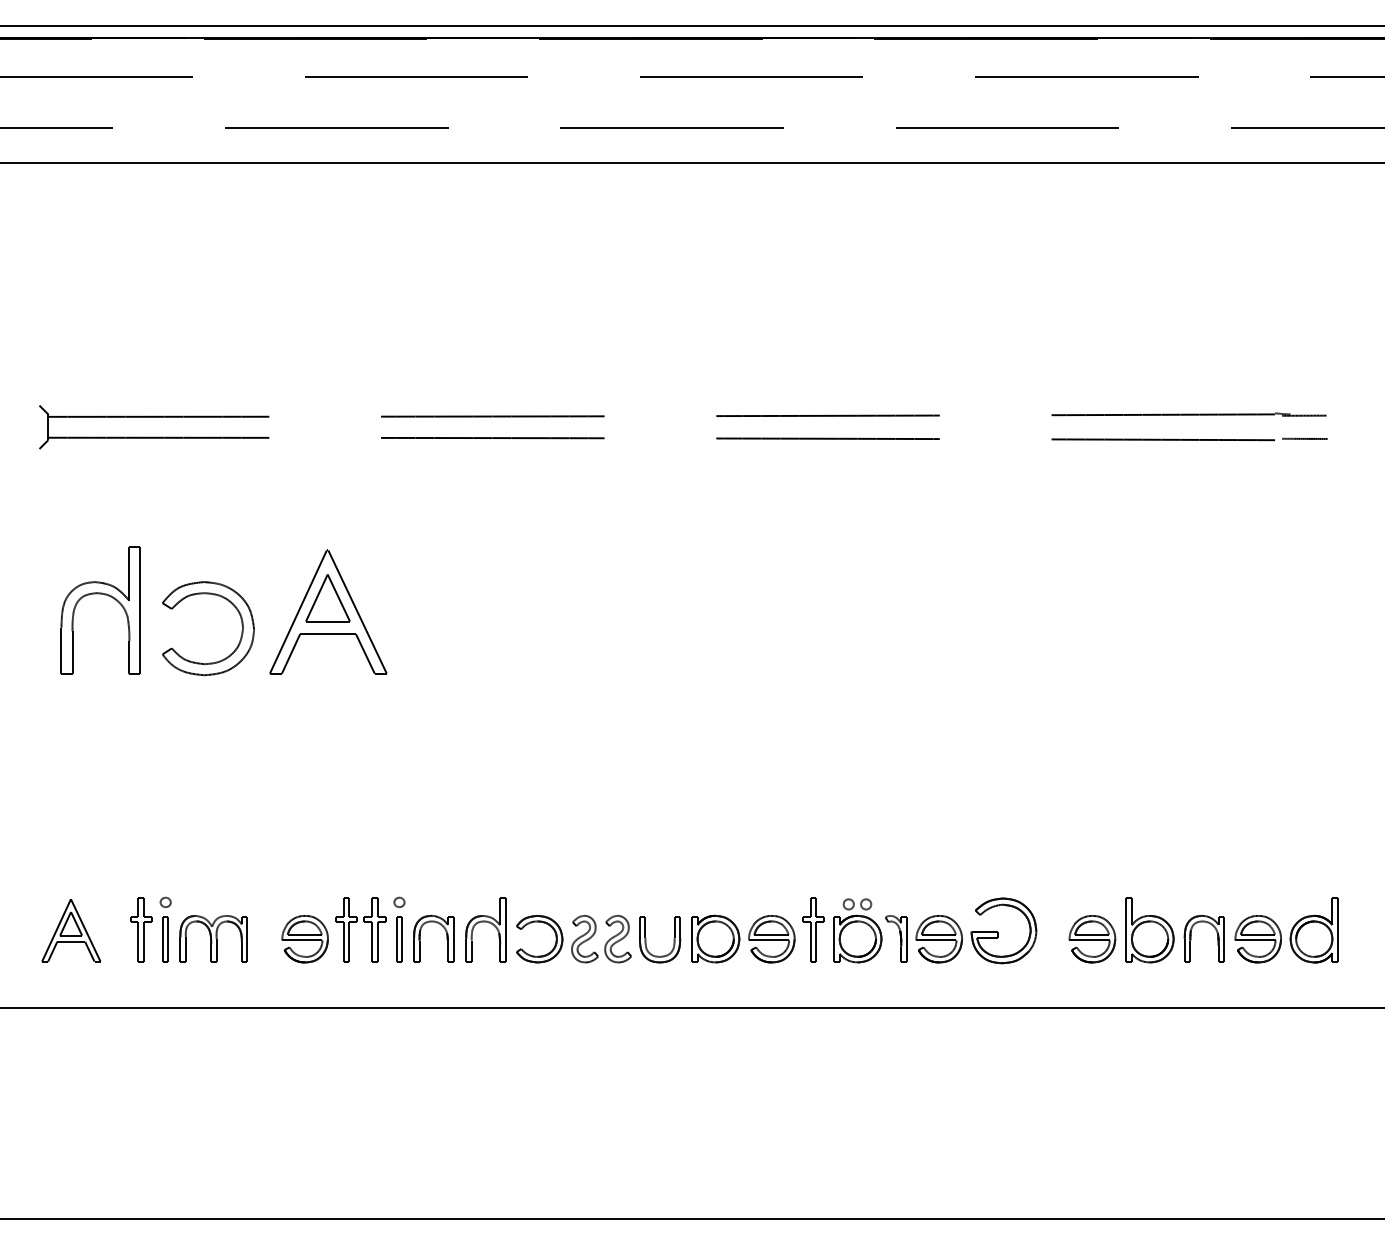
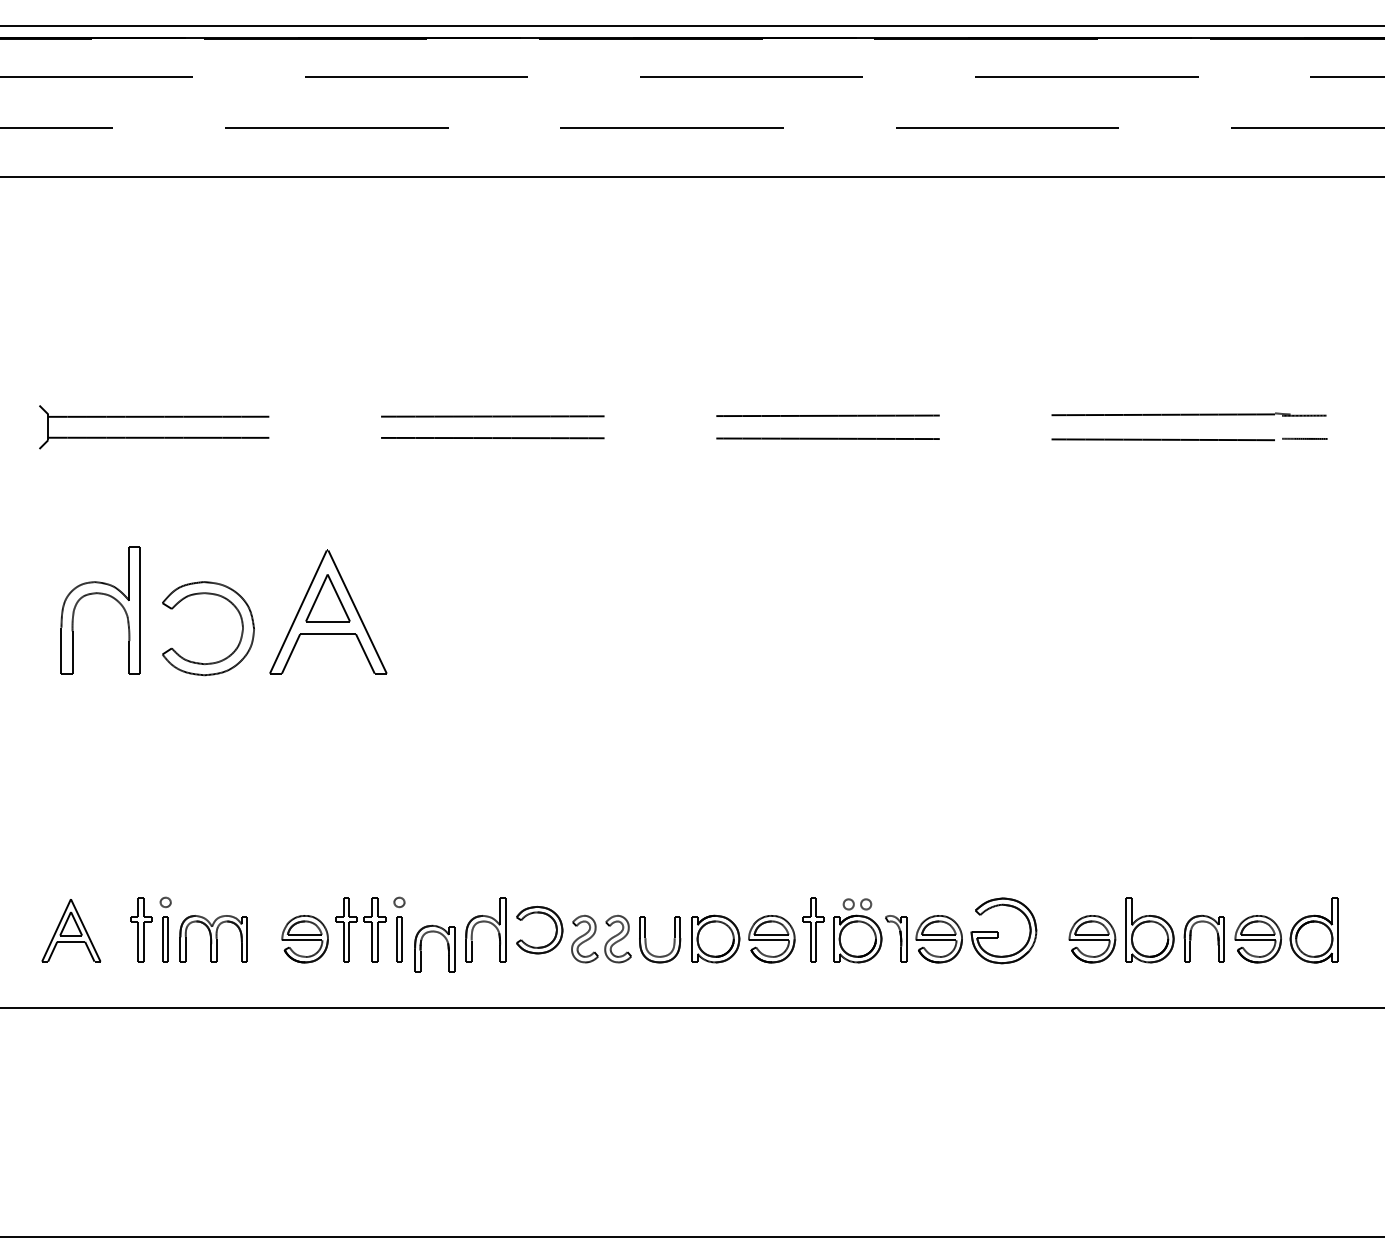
line at (691, 163) position: (691, 163) -> (691, 177)
part at (420, 938) position: (420, 938) -> (421, 948)
part at (548, 952) position: (548, 952) -> (548, 943)
line at (691, 1219) position: (691, 1219) -> (691, 1237)
